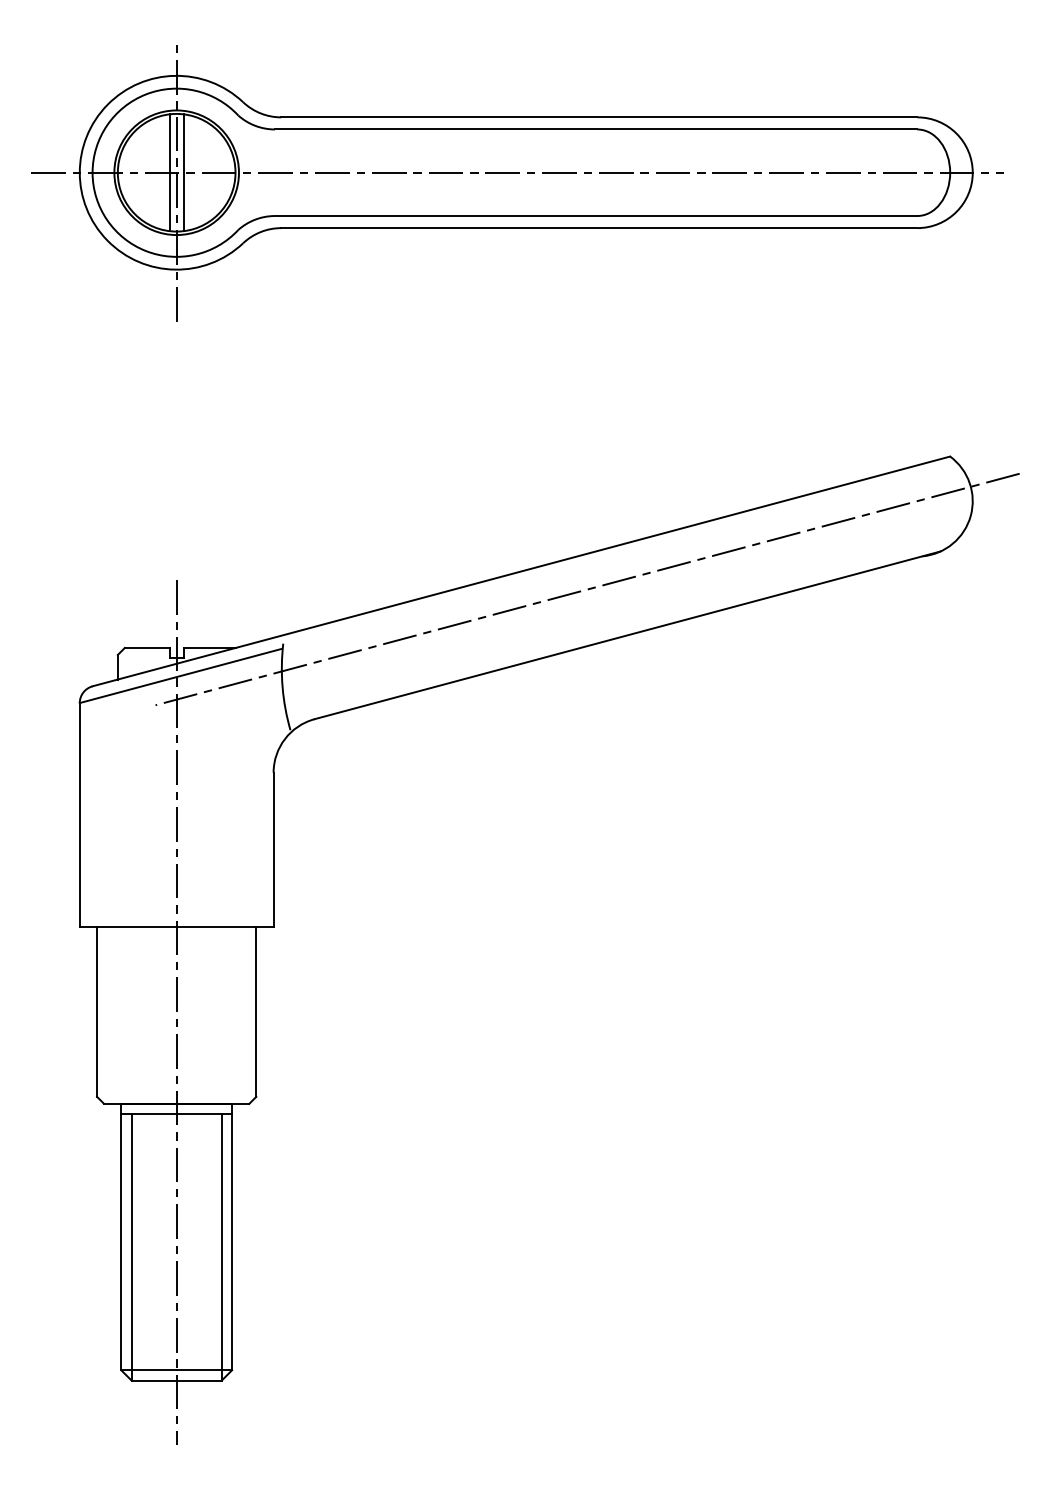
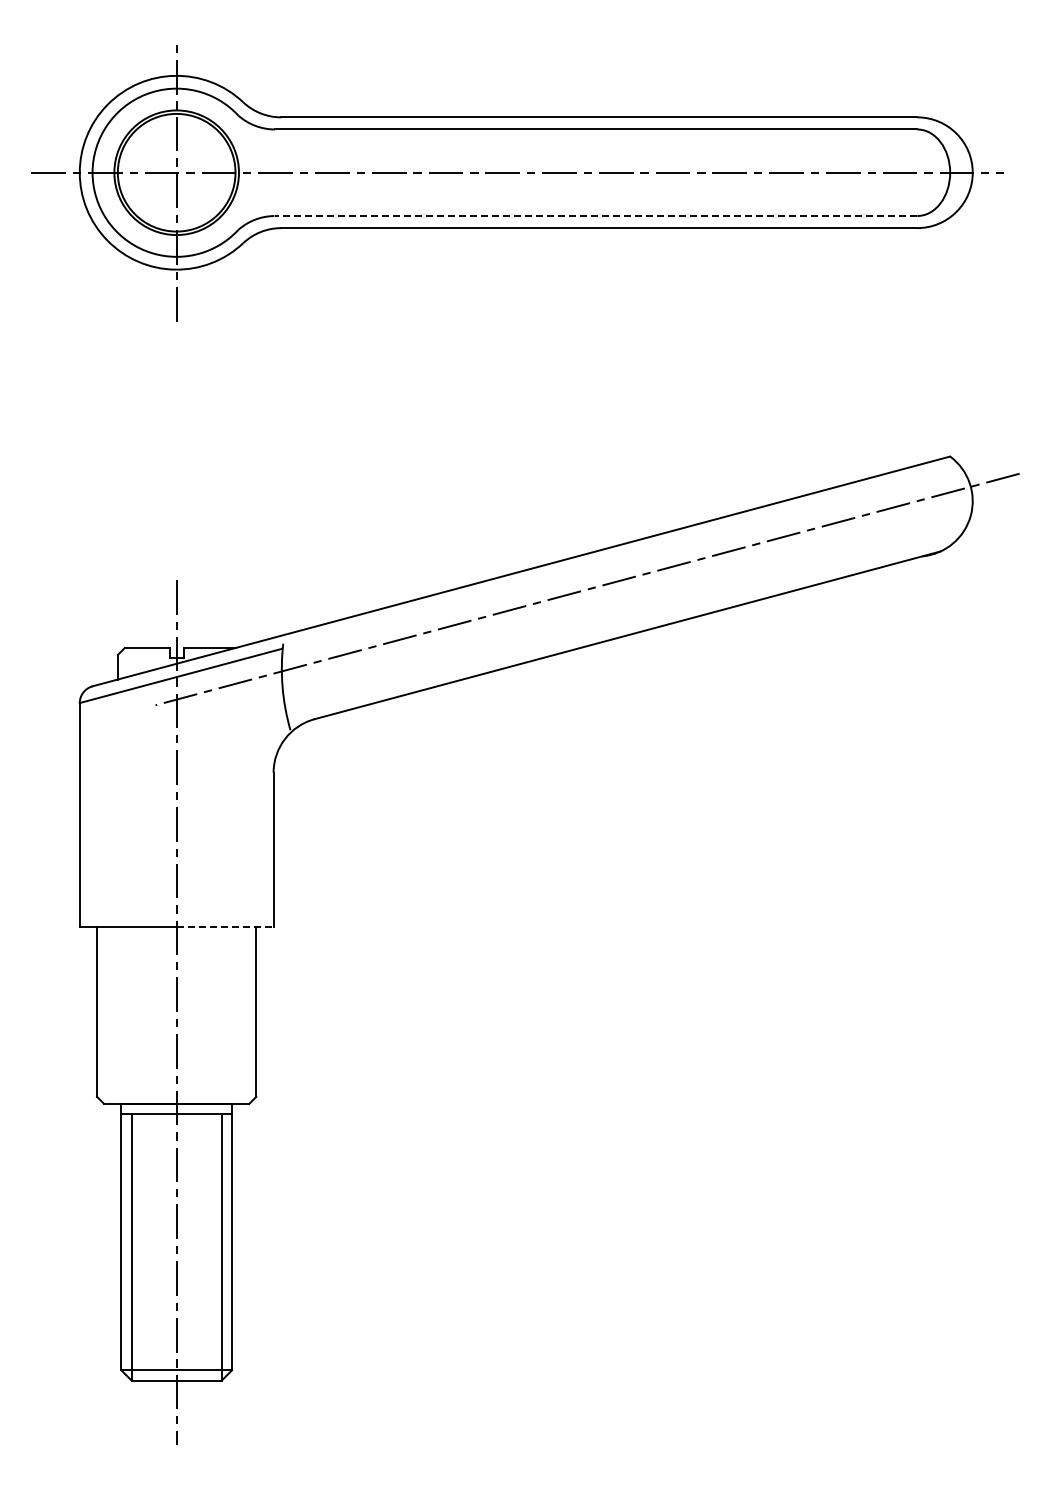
line at (169, 172): present -> none
line at (183, 172): present -> none
line at (595, 216): solid -> dashed
line at (225, 927): solid -> dashed
